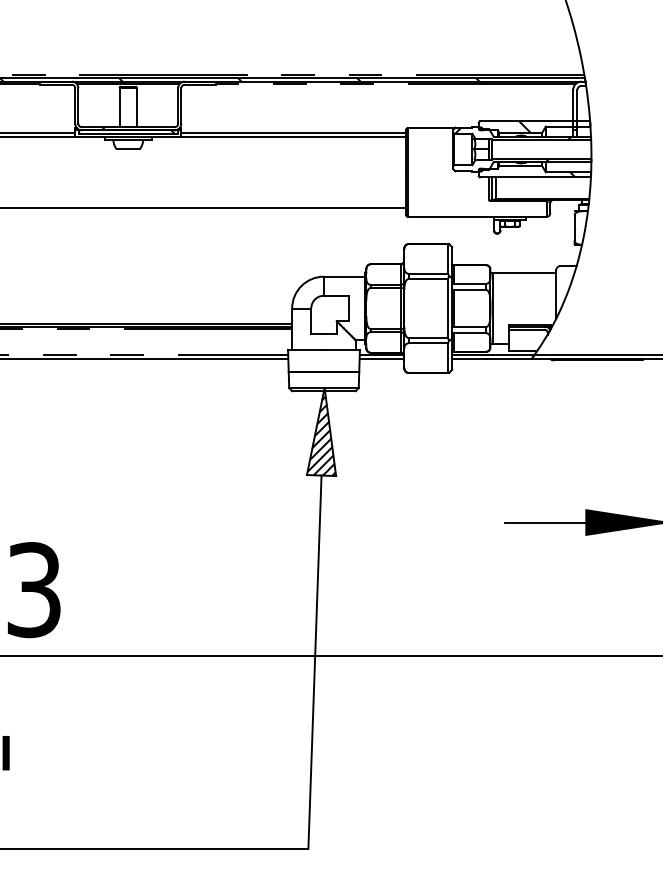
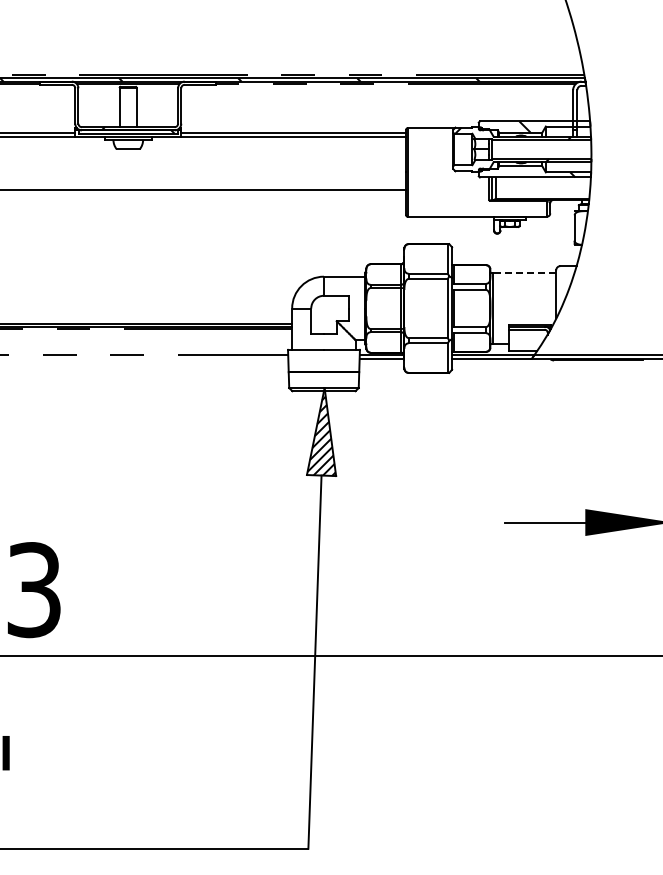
line at (204, 208) position: (204, 208) -> (204, 190)
line at (524, 272): solid -> dashed
line at (145, 359): present -> none
